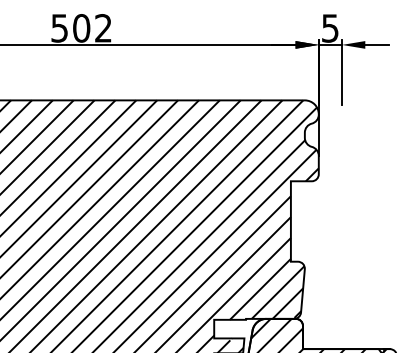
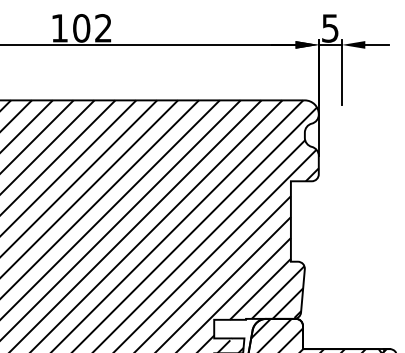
text at (59, 28): 502 -> 102
